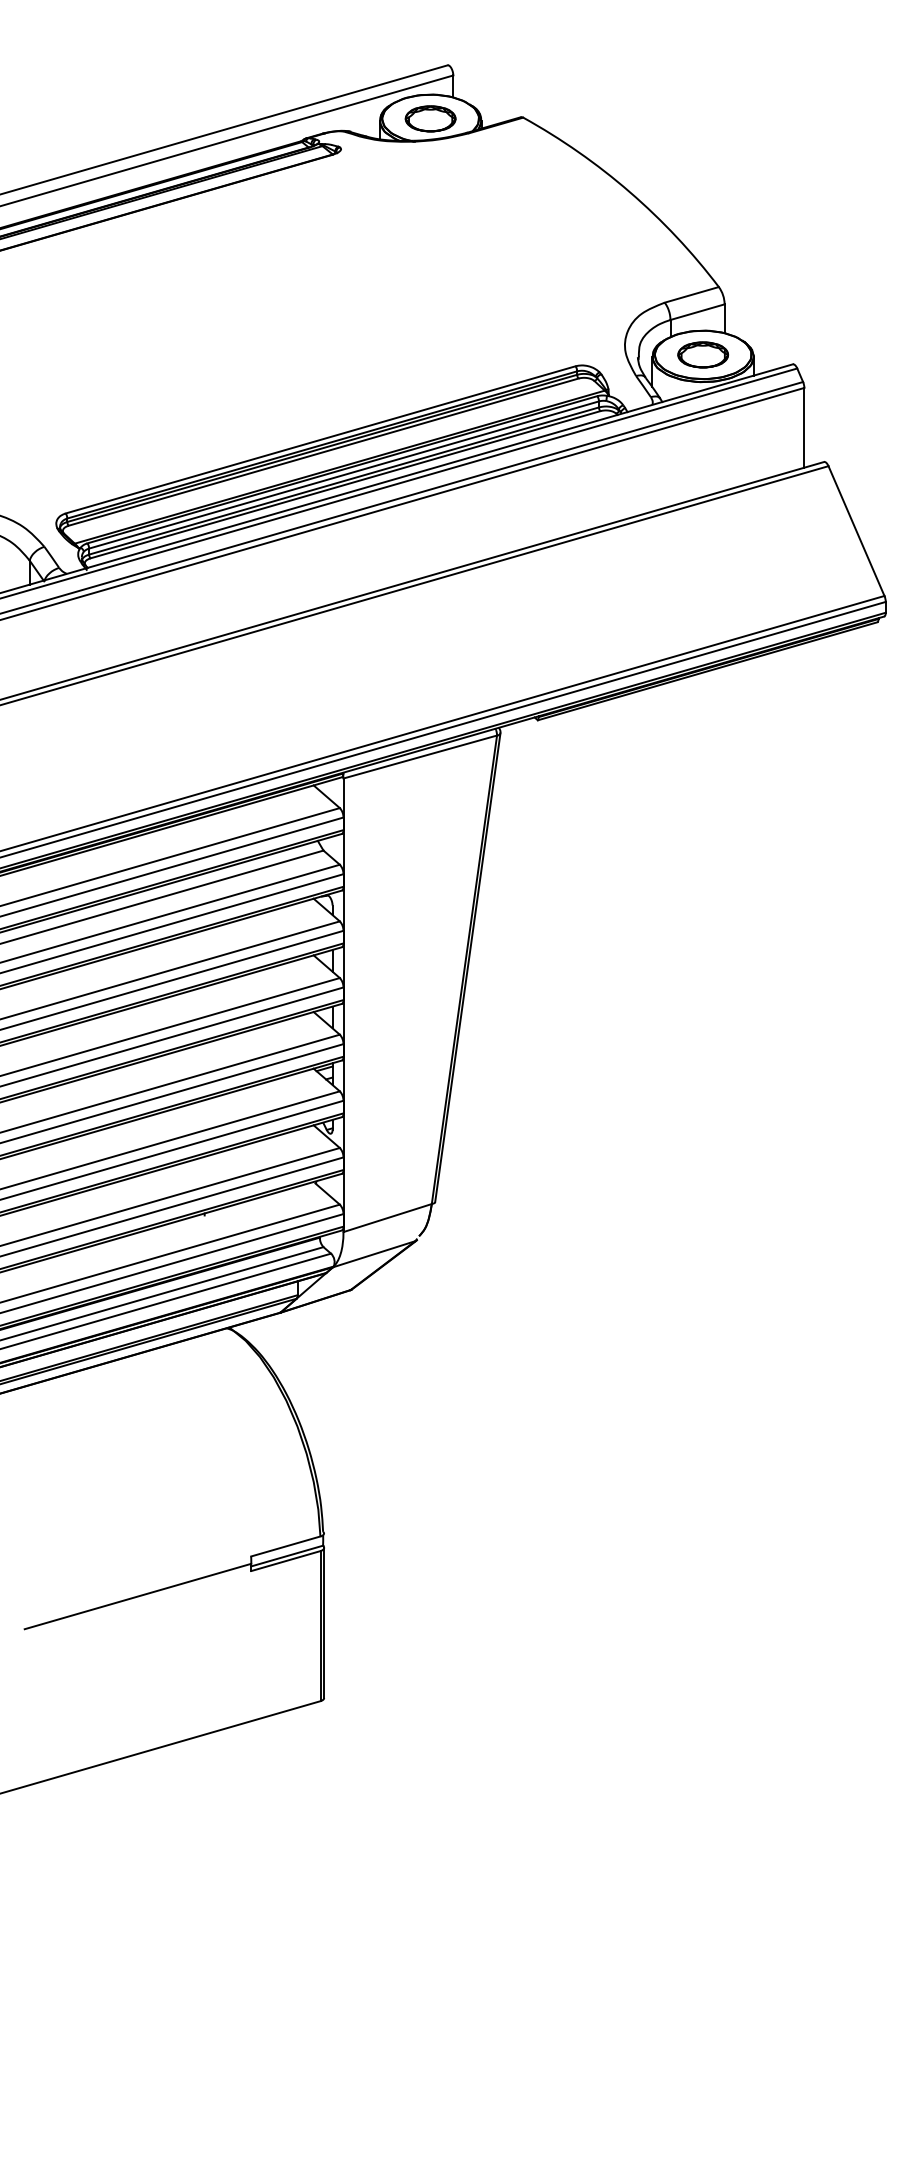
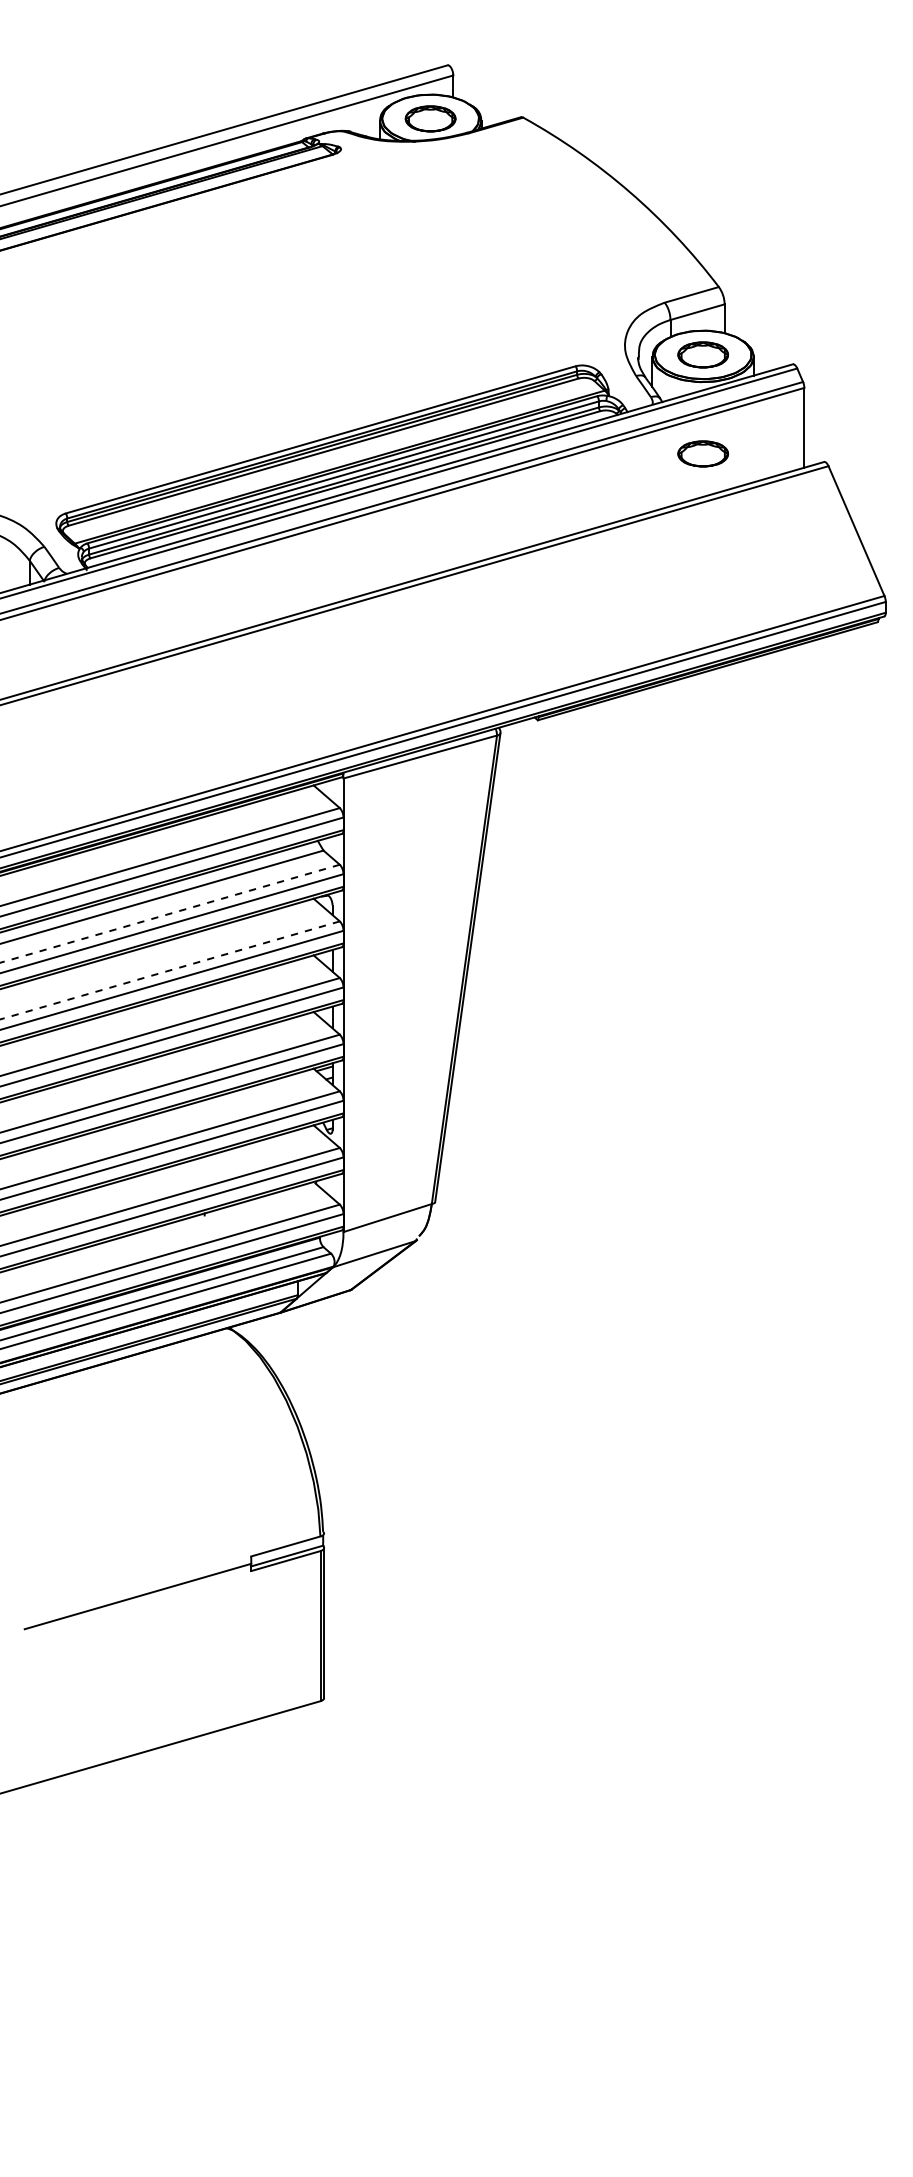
part at (702, 453): none -> present
line at (169, 913): solid -> dashed
line at (169, 970): solid -> dashed
